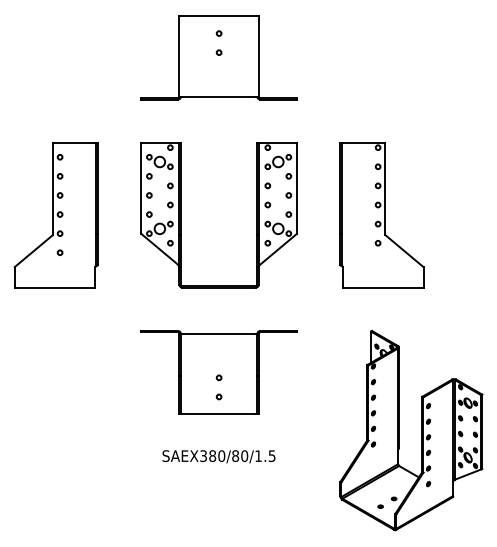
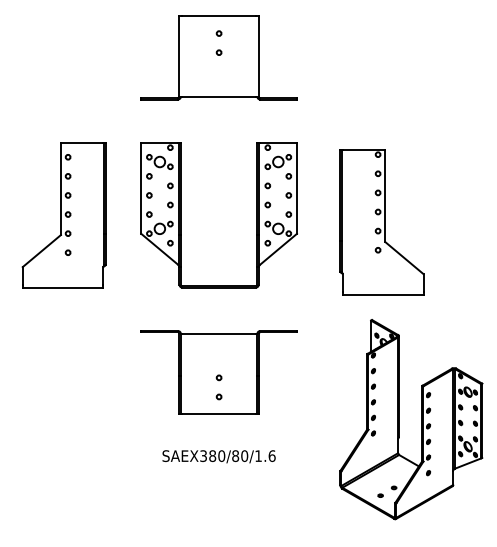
part at (55, 215) position: (55, 215) -> (63, 215)
part at (381, 215) position: (381, 215) -> (381, 222)
part at (421, 430) position: (421, 430) -> (421, 419)
text at (271, 455): SAEX380/80/1.5 -> SAEX380/80/1.6
